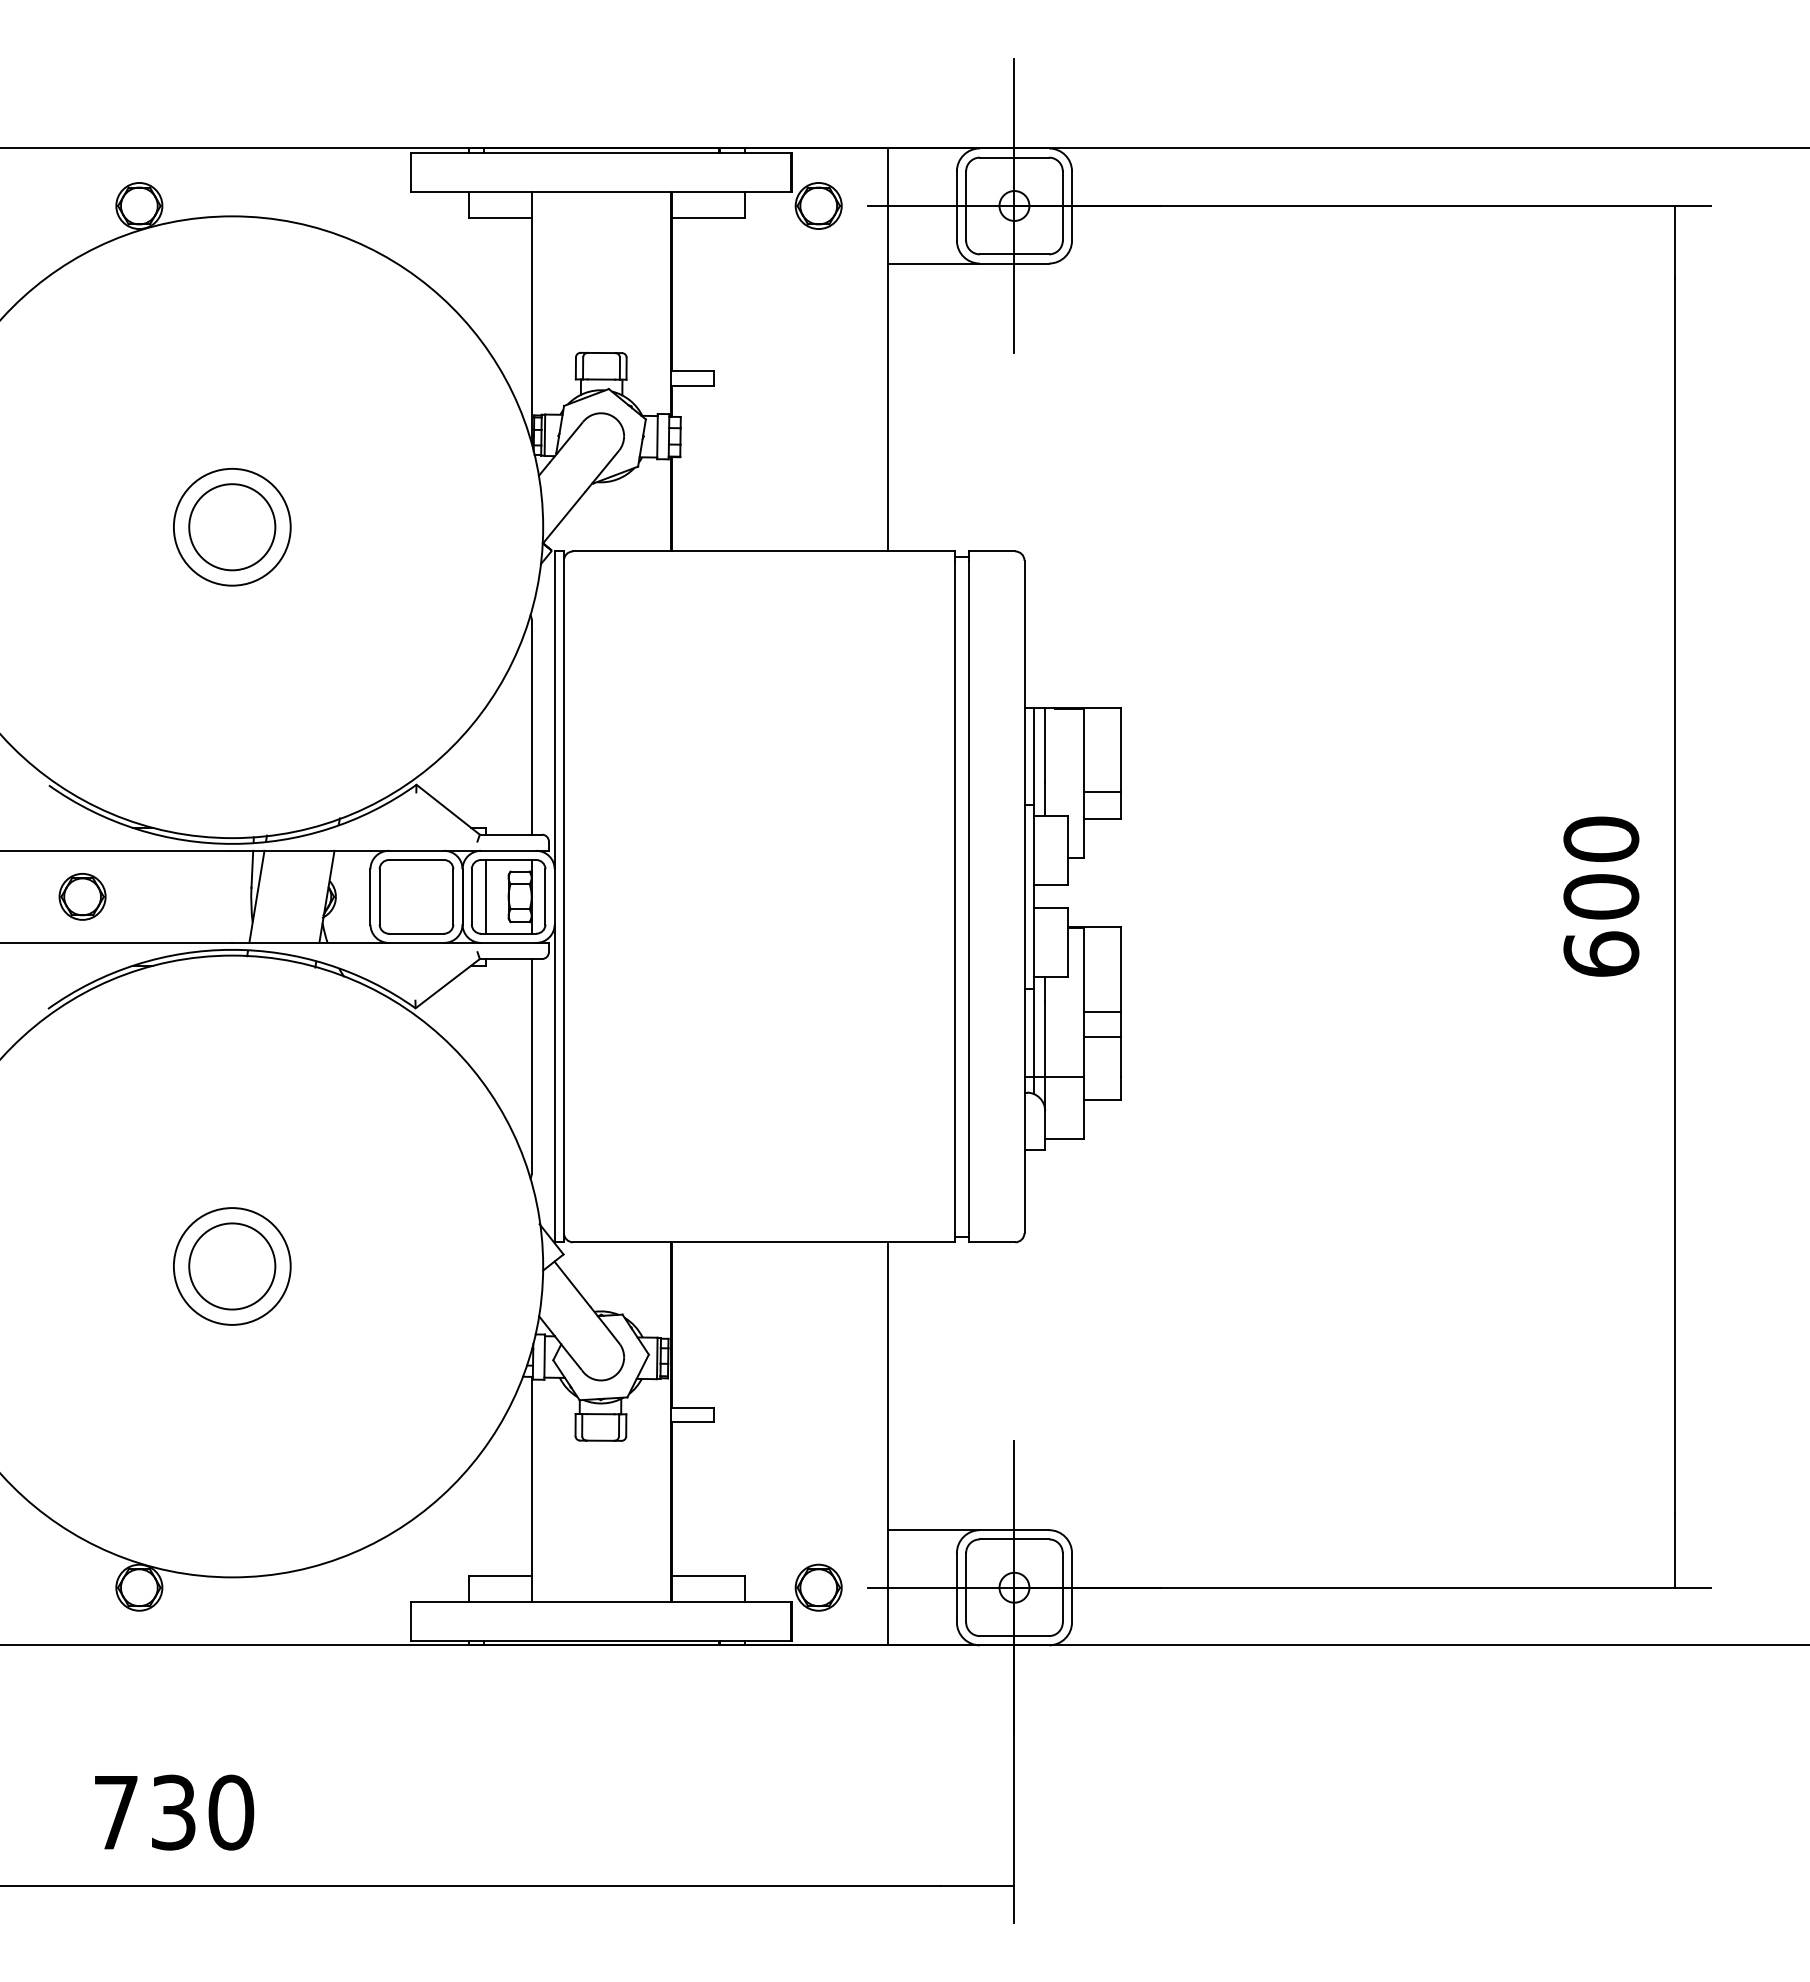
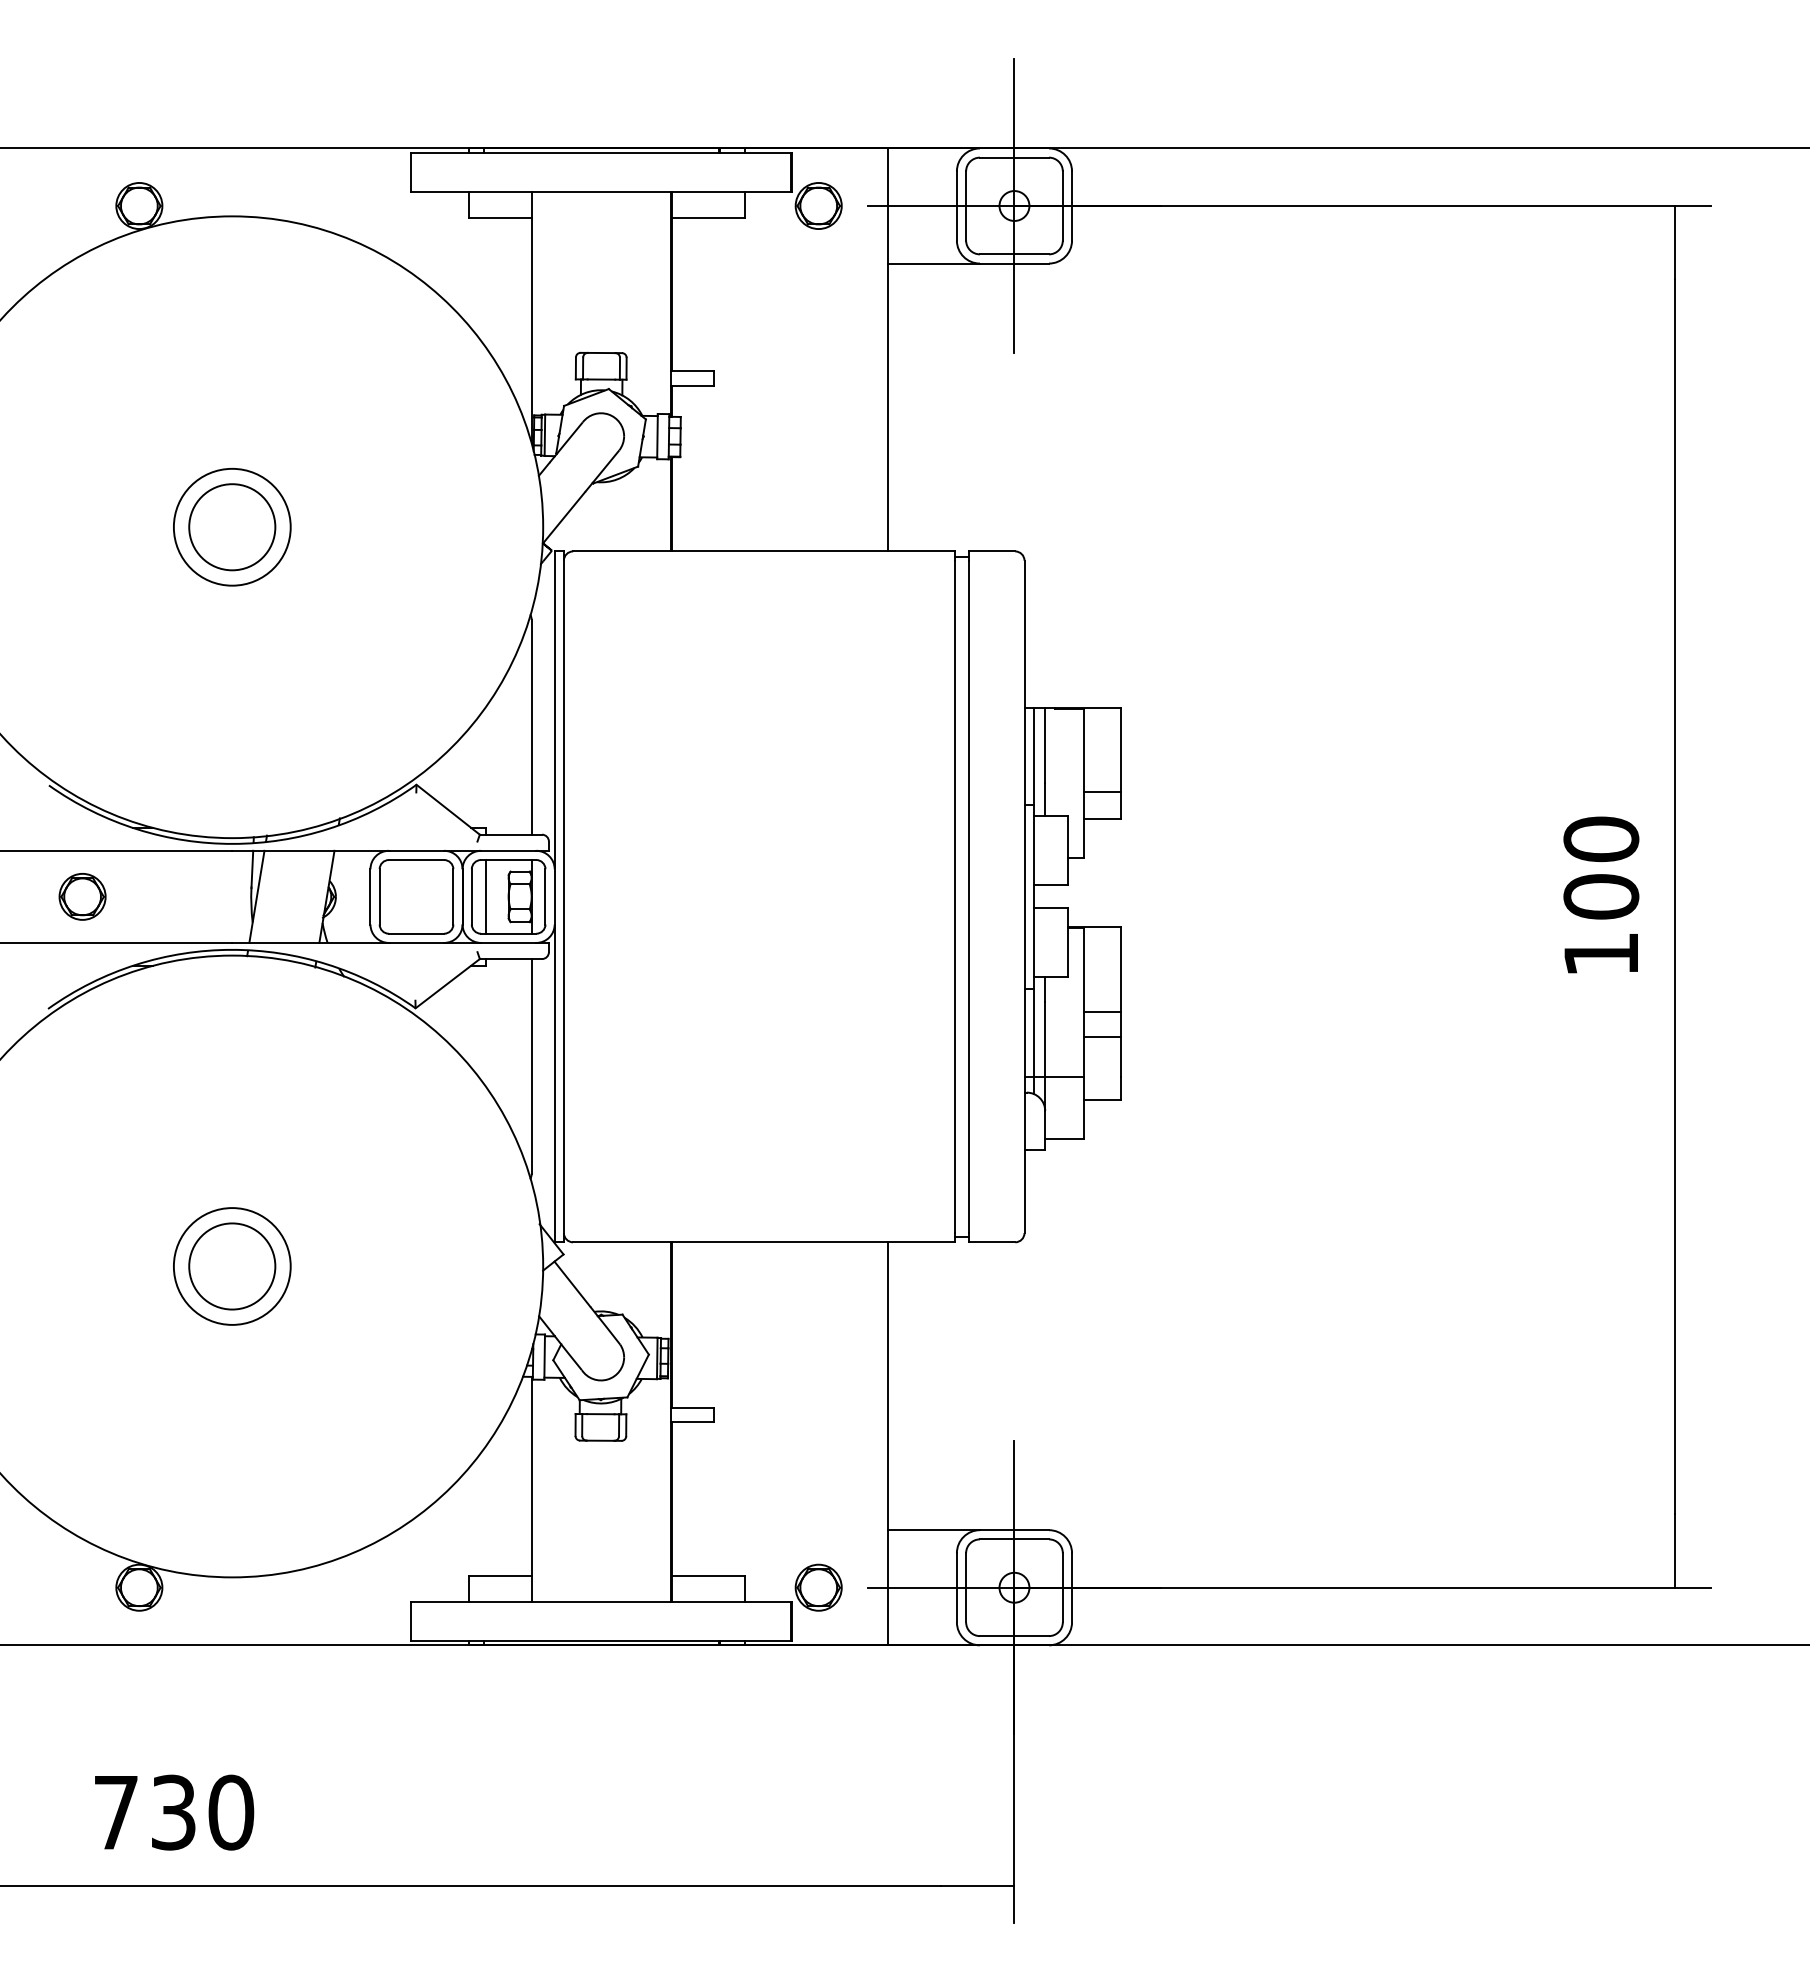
text at (1601, 953): 600 -> 100
